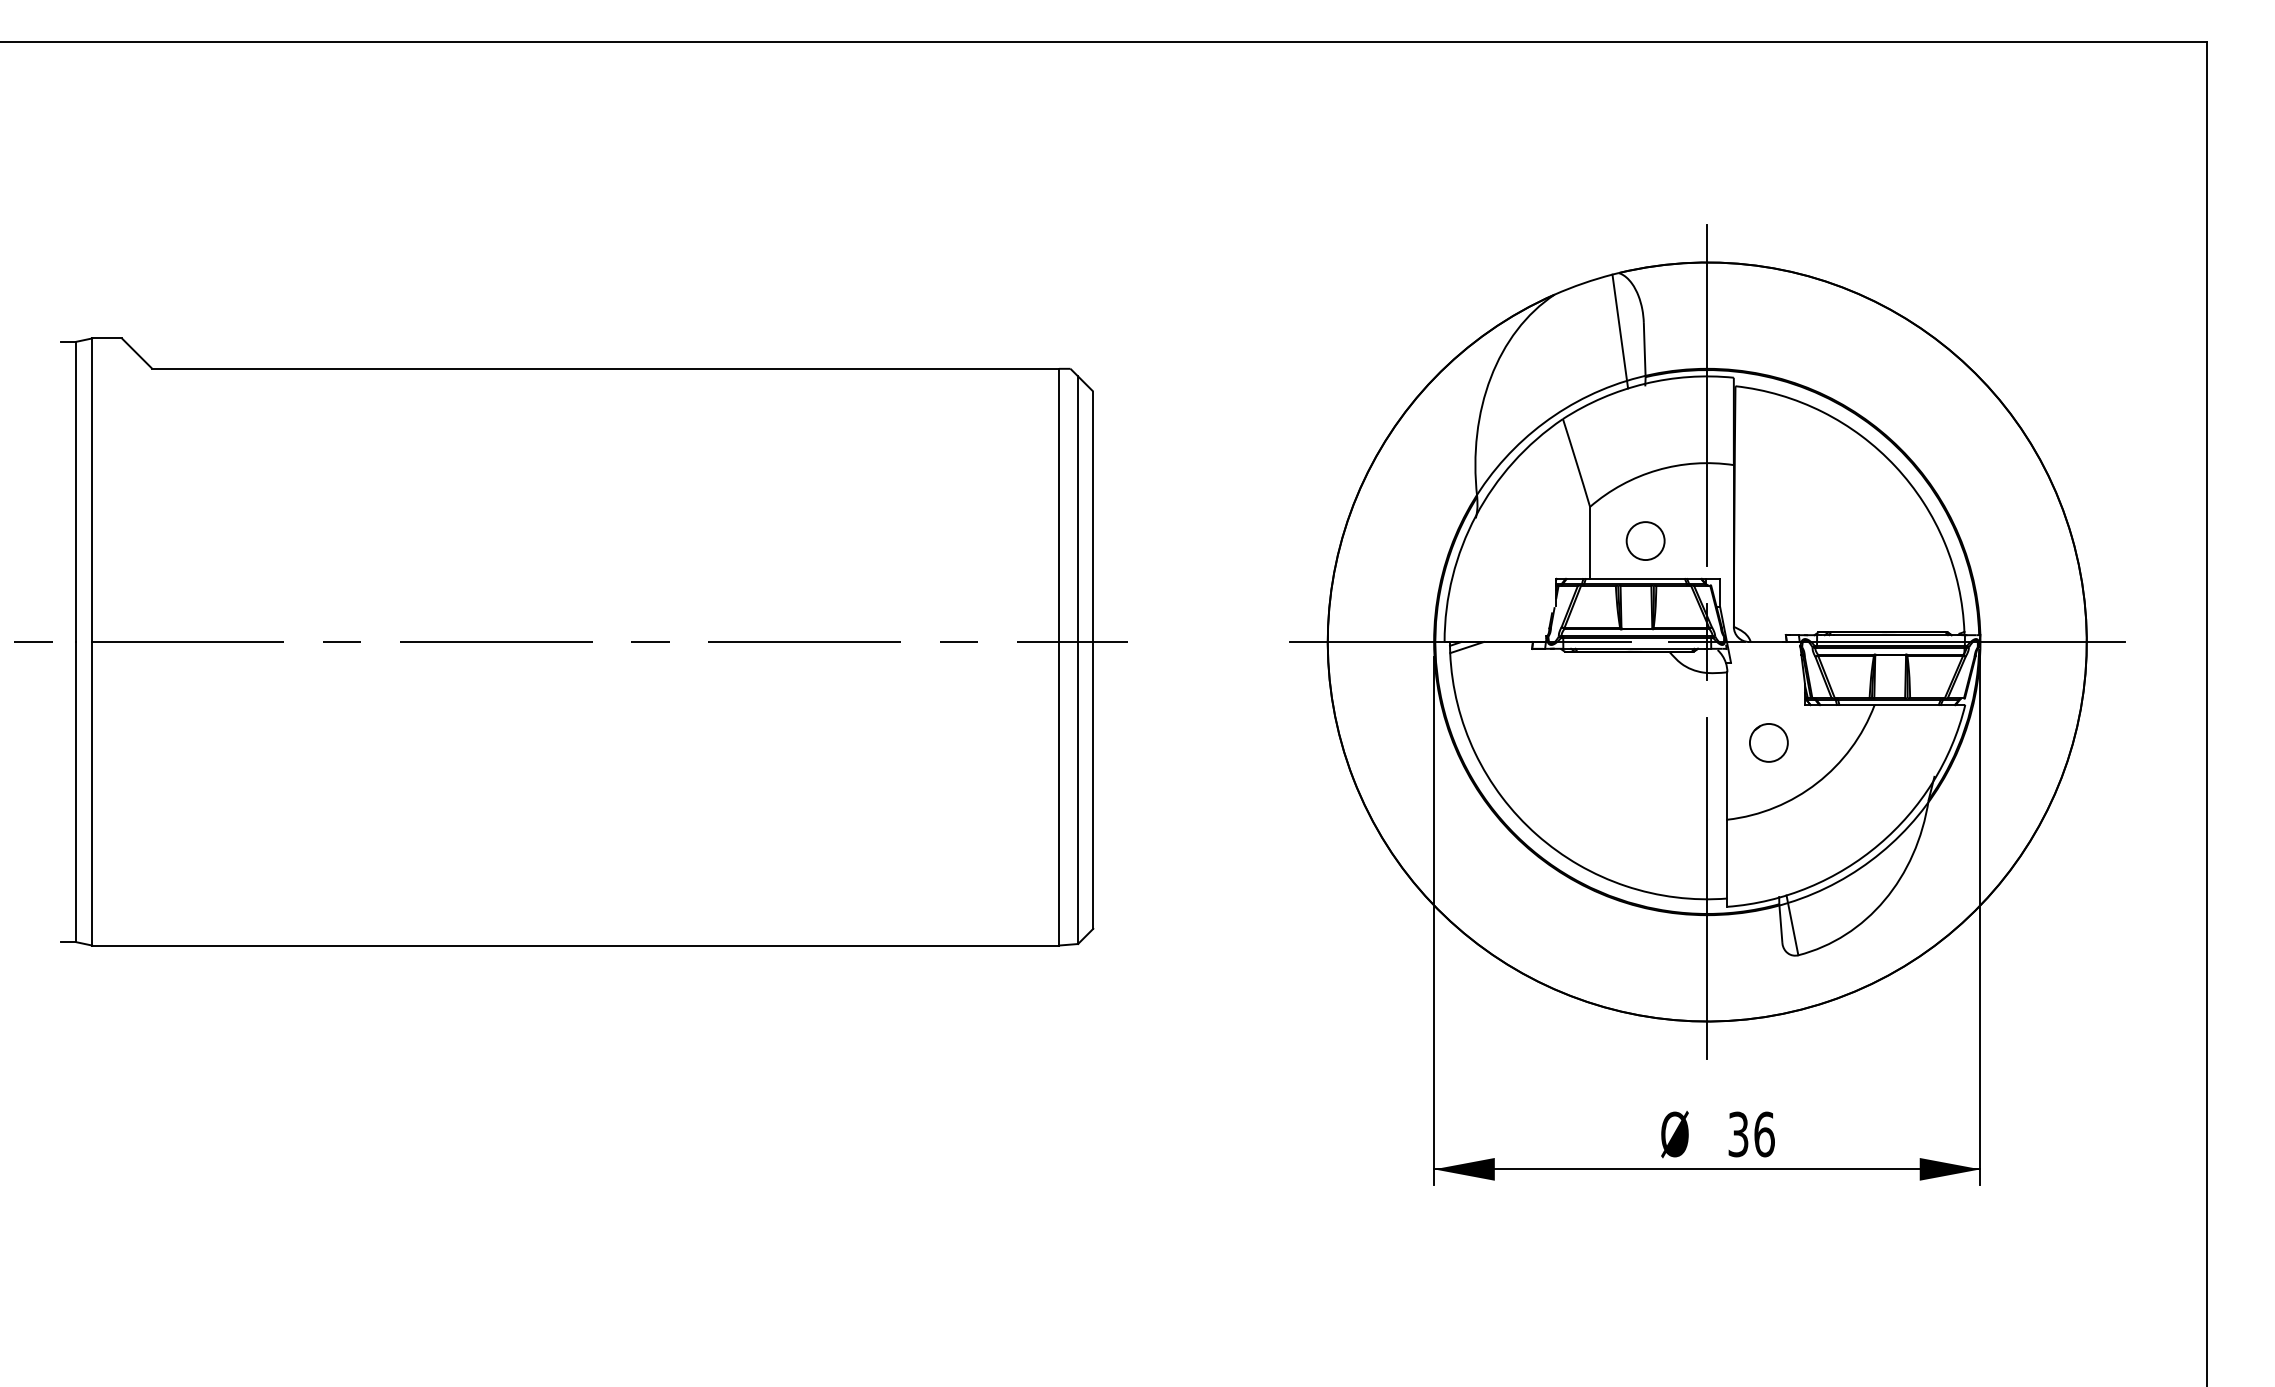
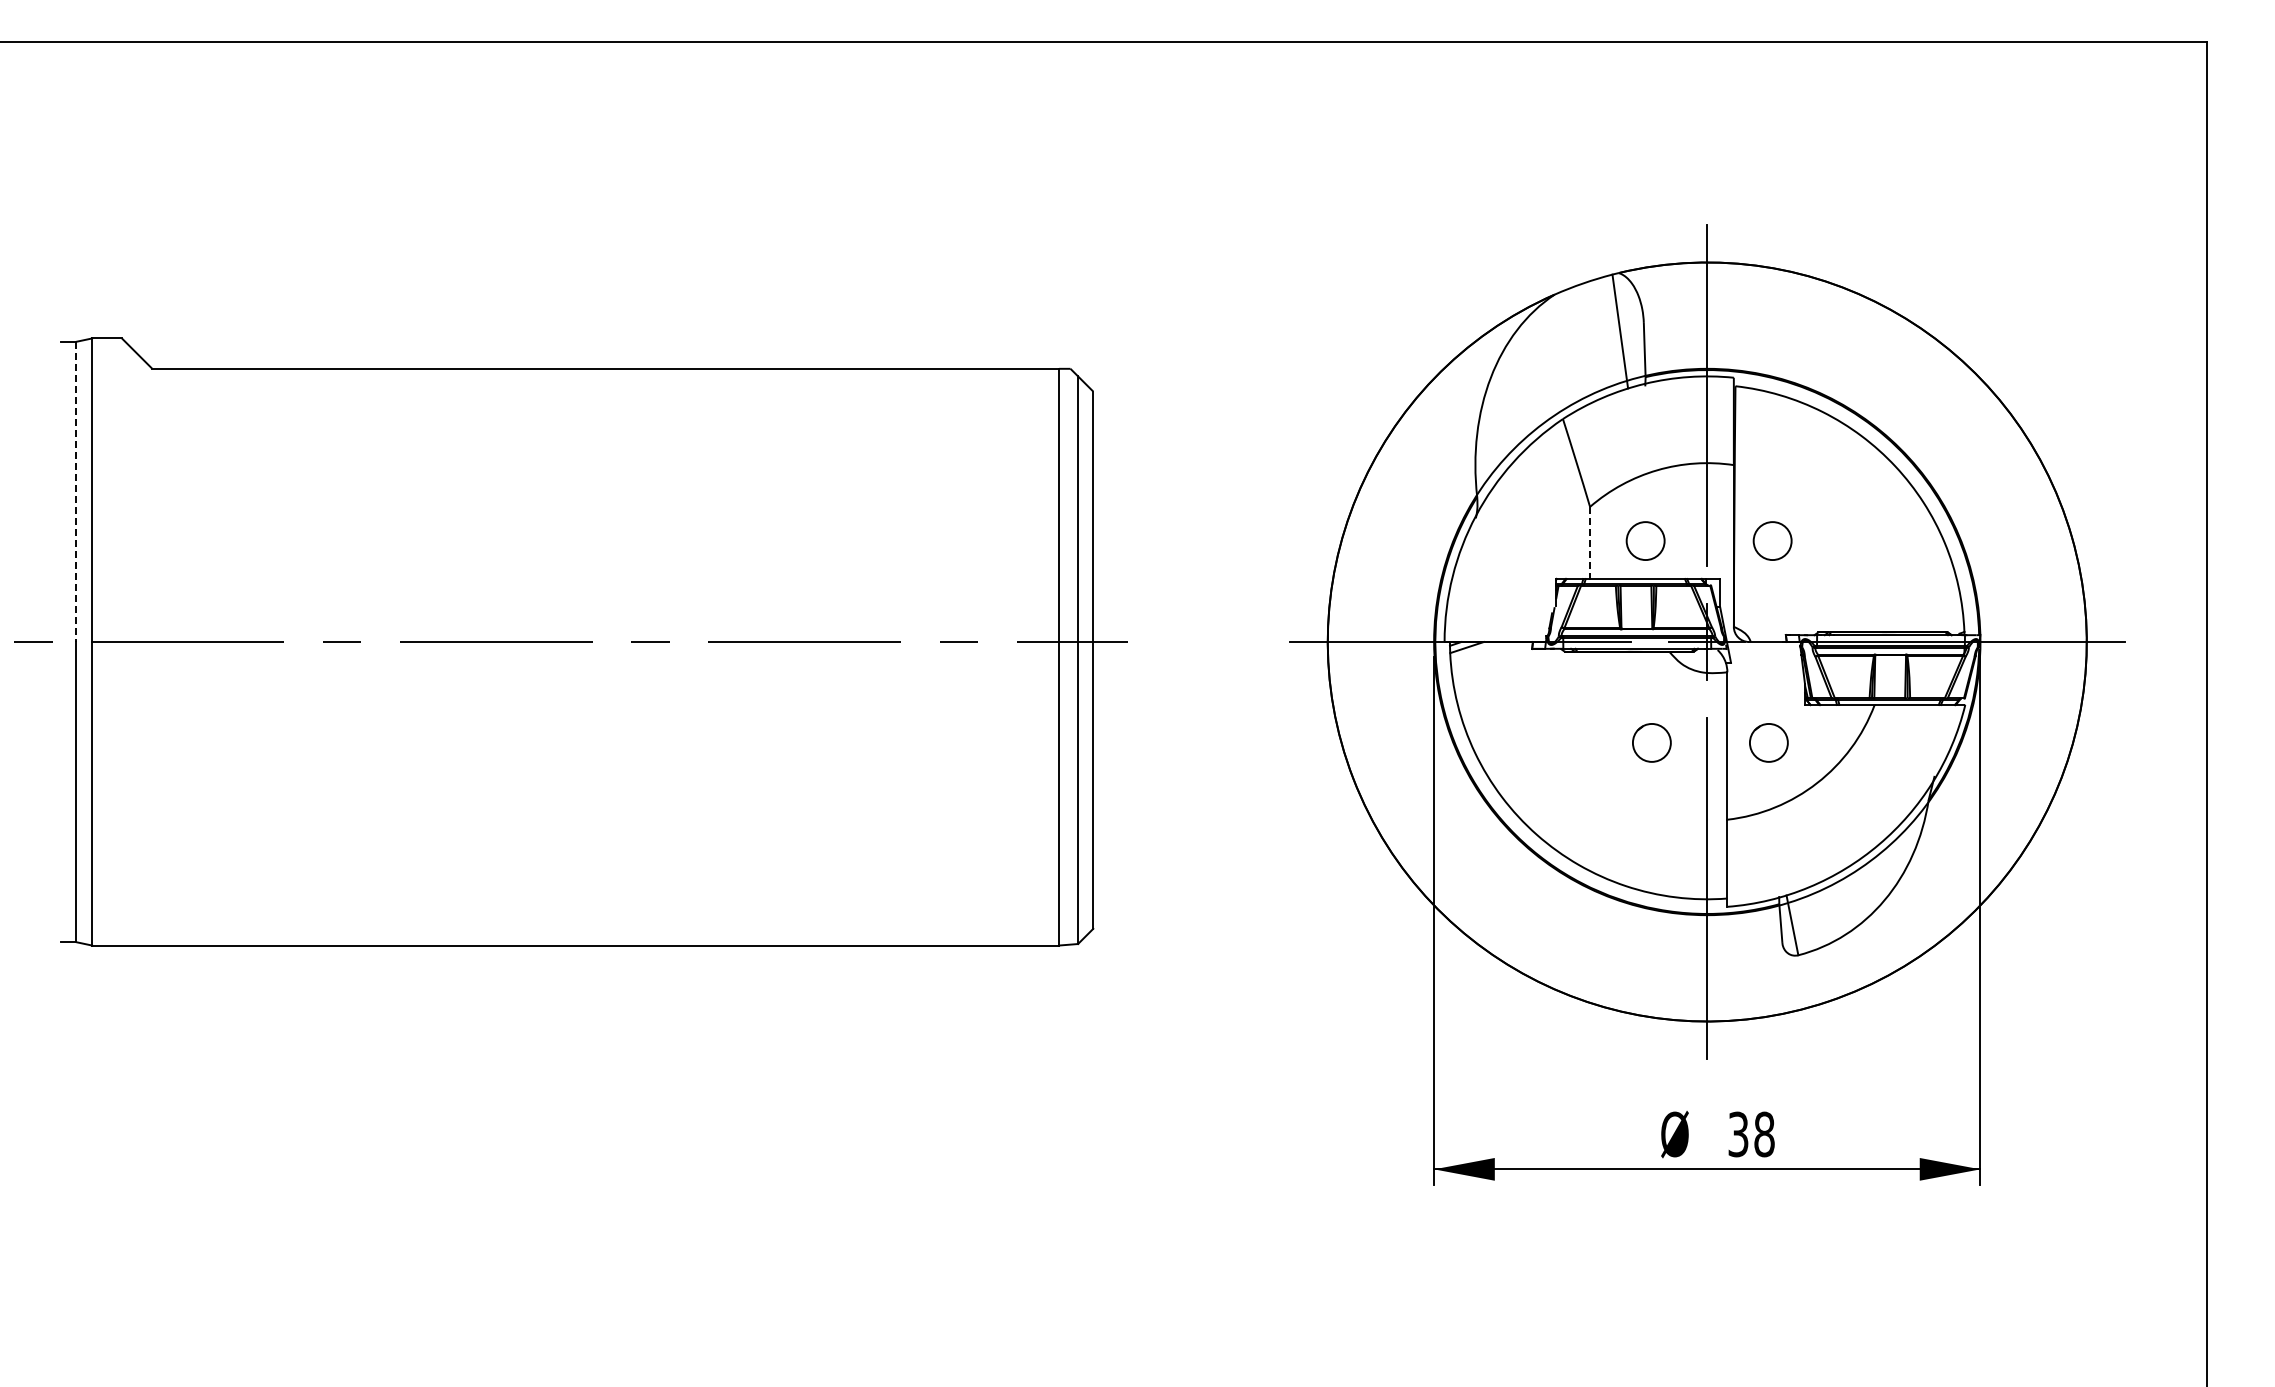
line at (76, 492): solid -> dashed
circle at (1772, 540): none -> present
line at (1590, 543): solid -> dashed
circle at (1651, 742): none -> present
text at (1764, 1134): 36 -> 38
